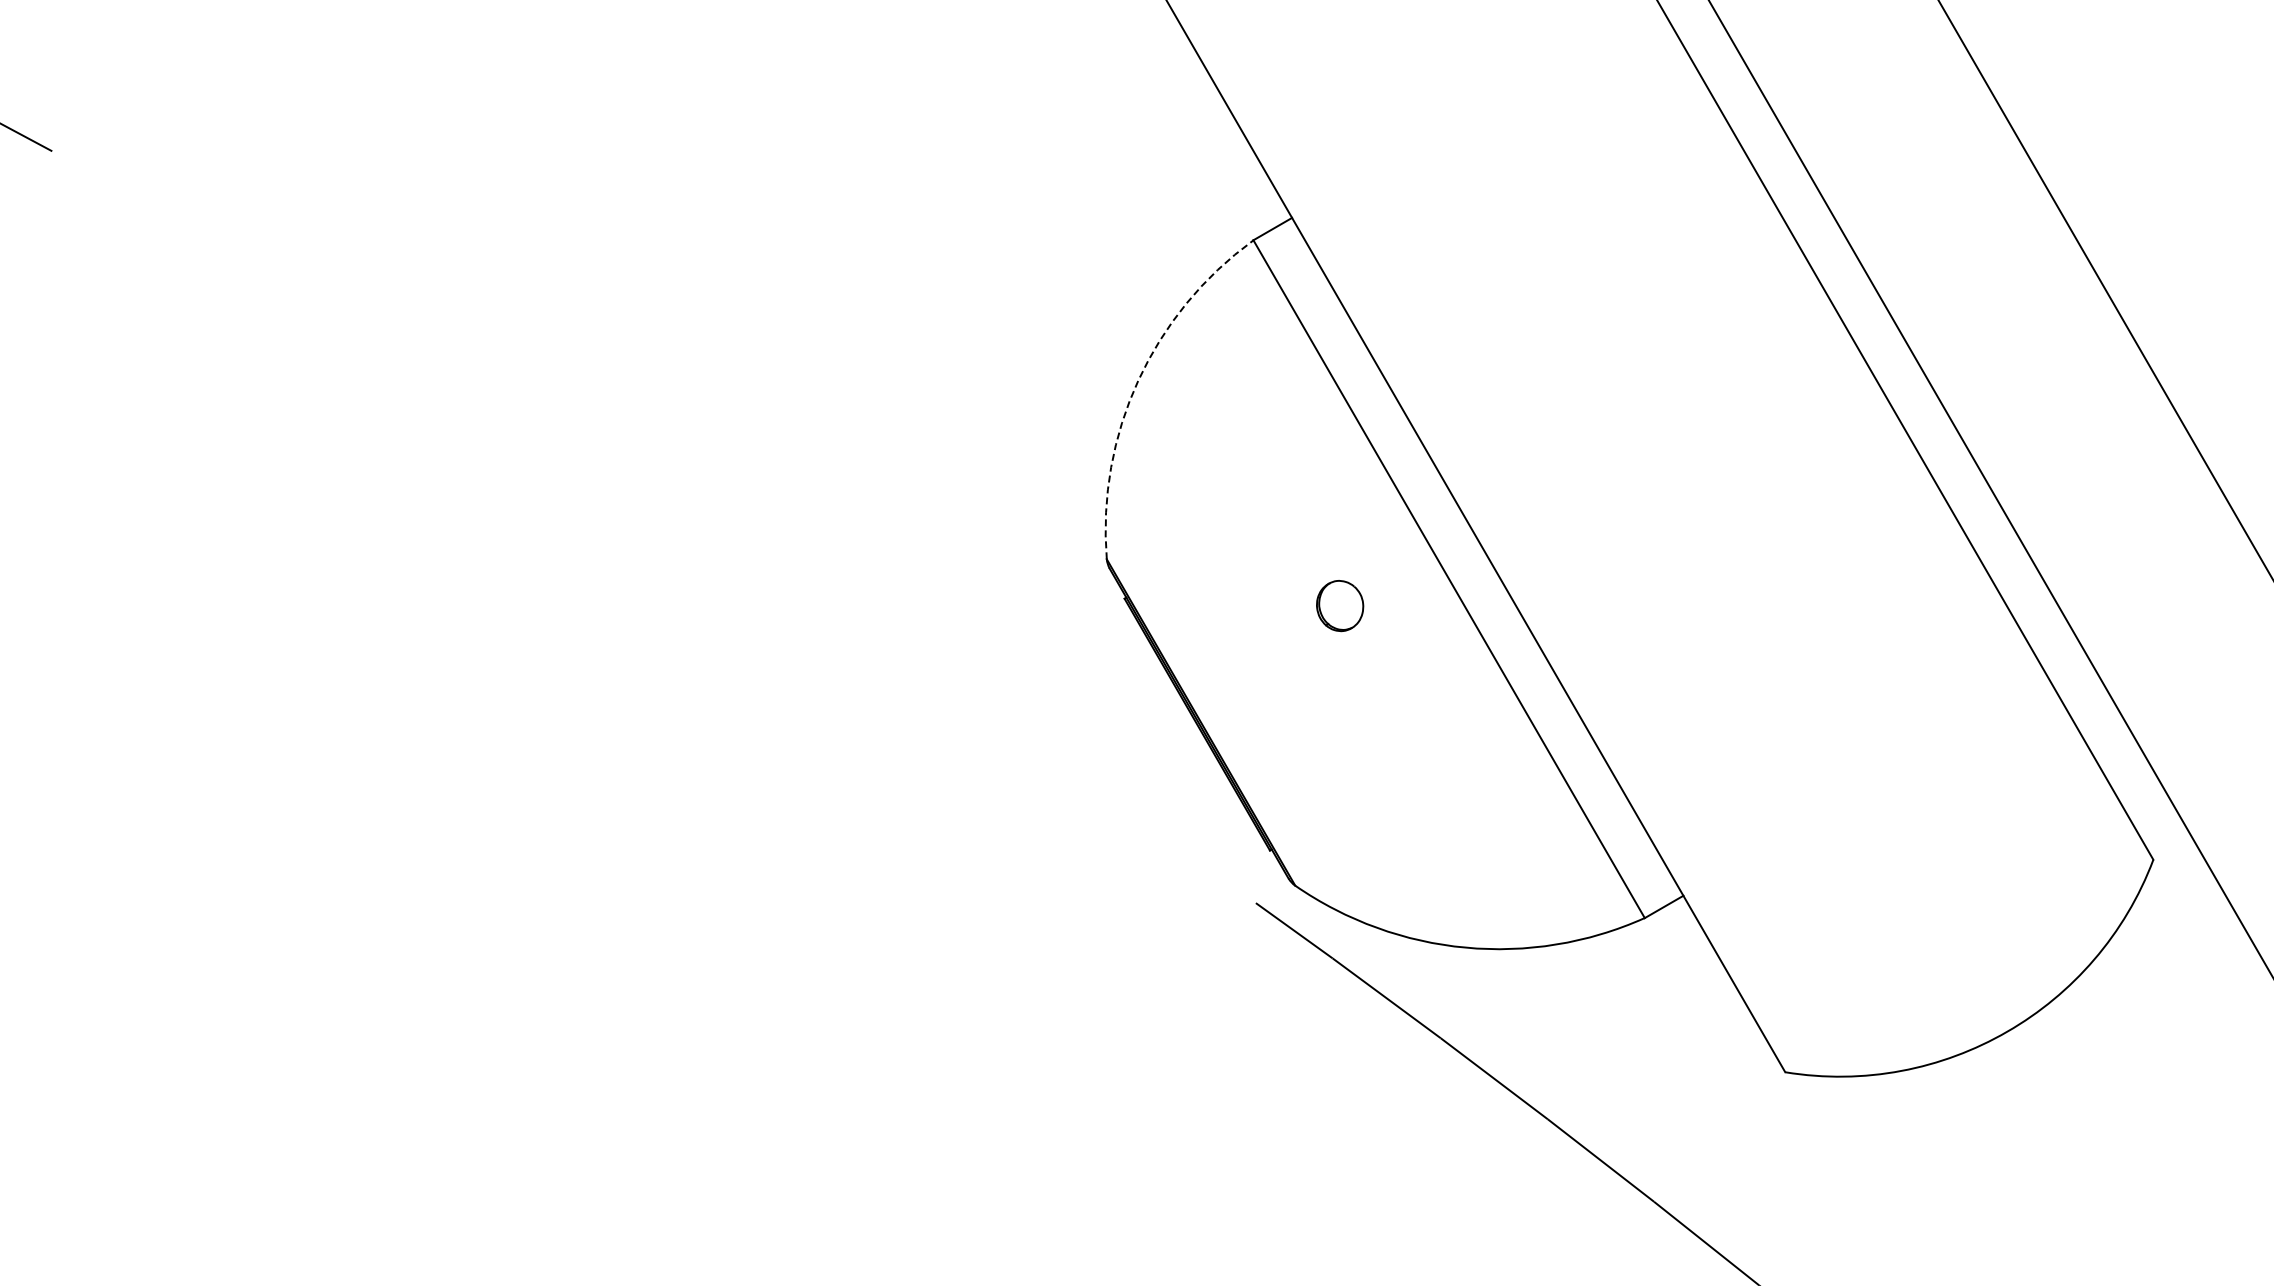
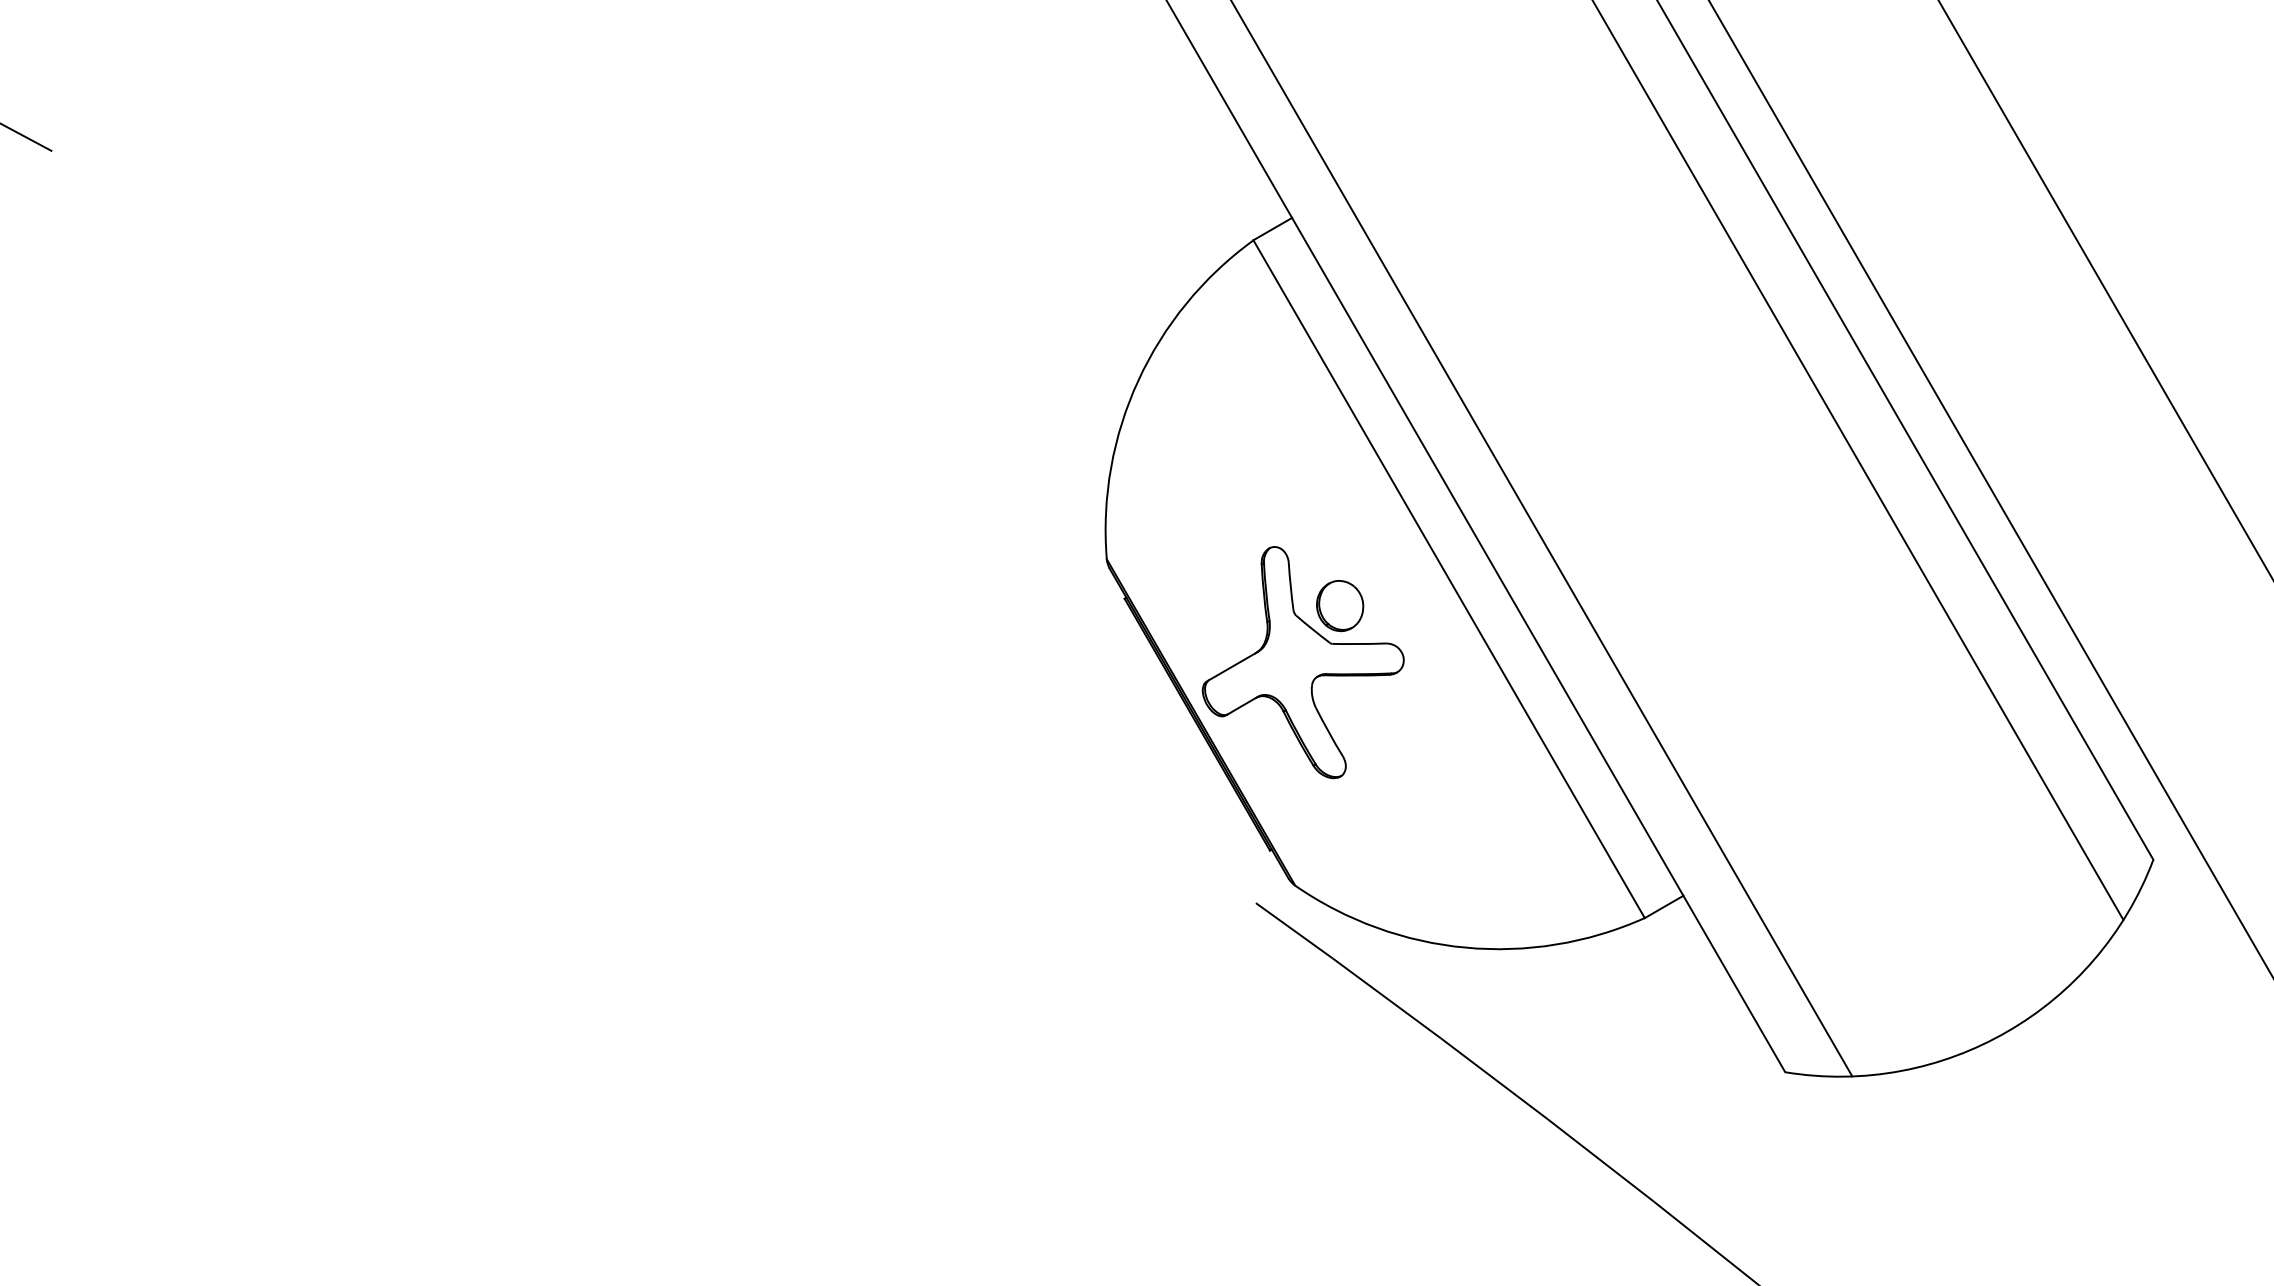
arc at (1138, 380): dashed -> solid
line at (1858, 460): none -> present
line at (1542, 539): none -> present
part at (1302, 662): none -> present
